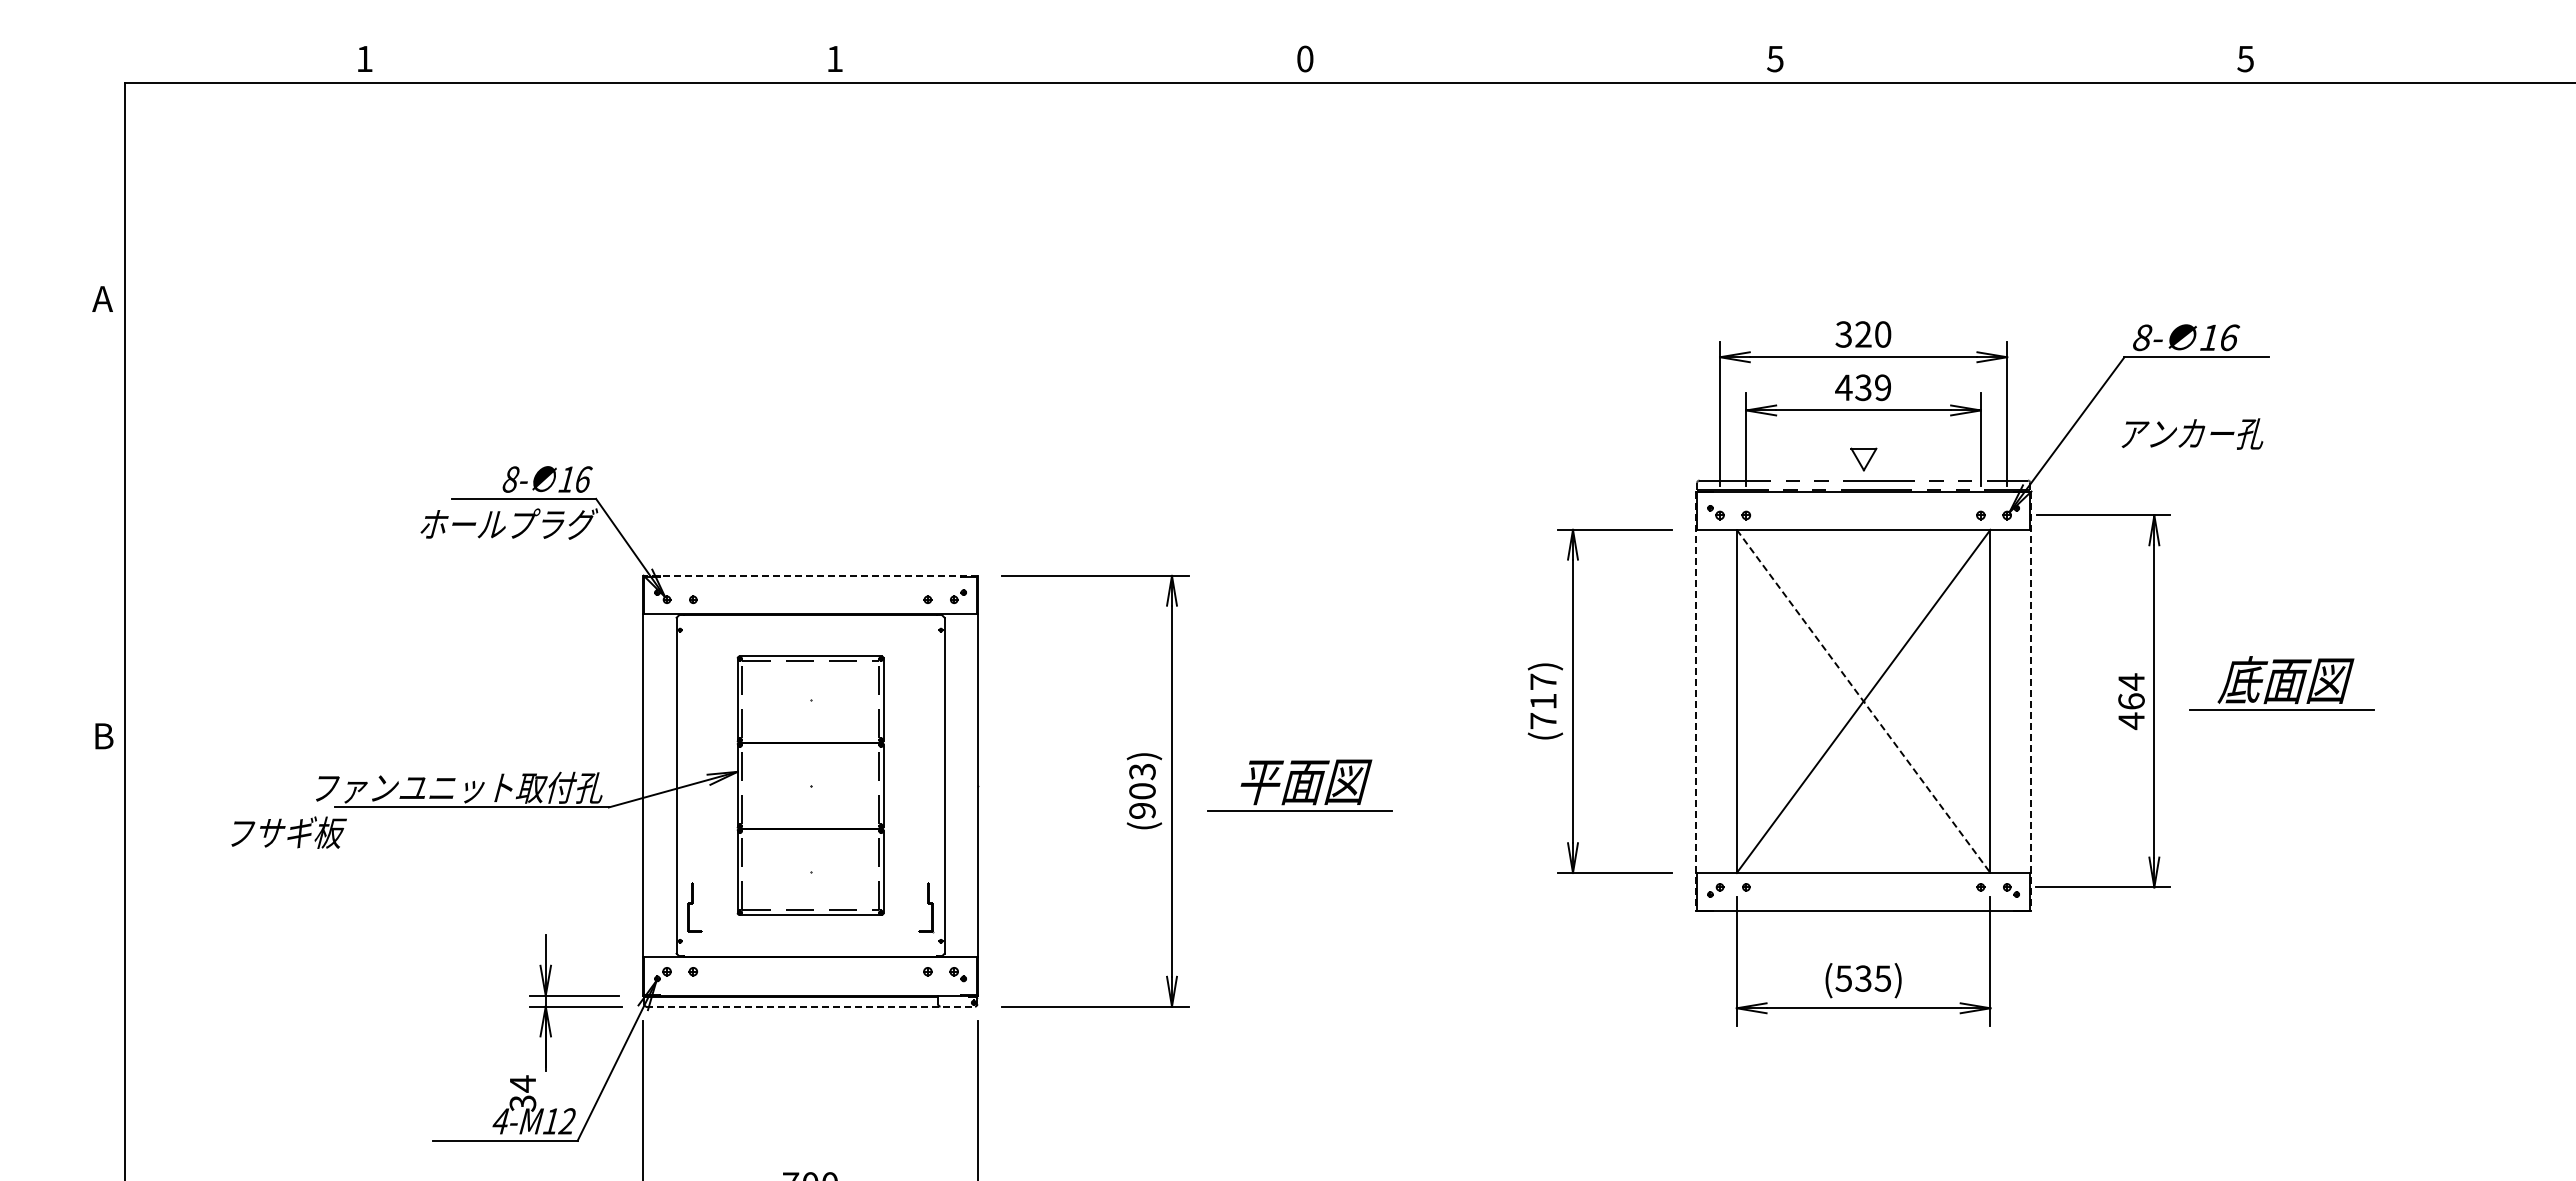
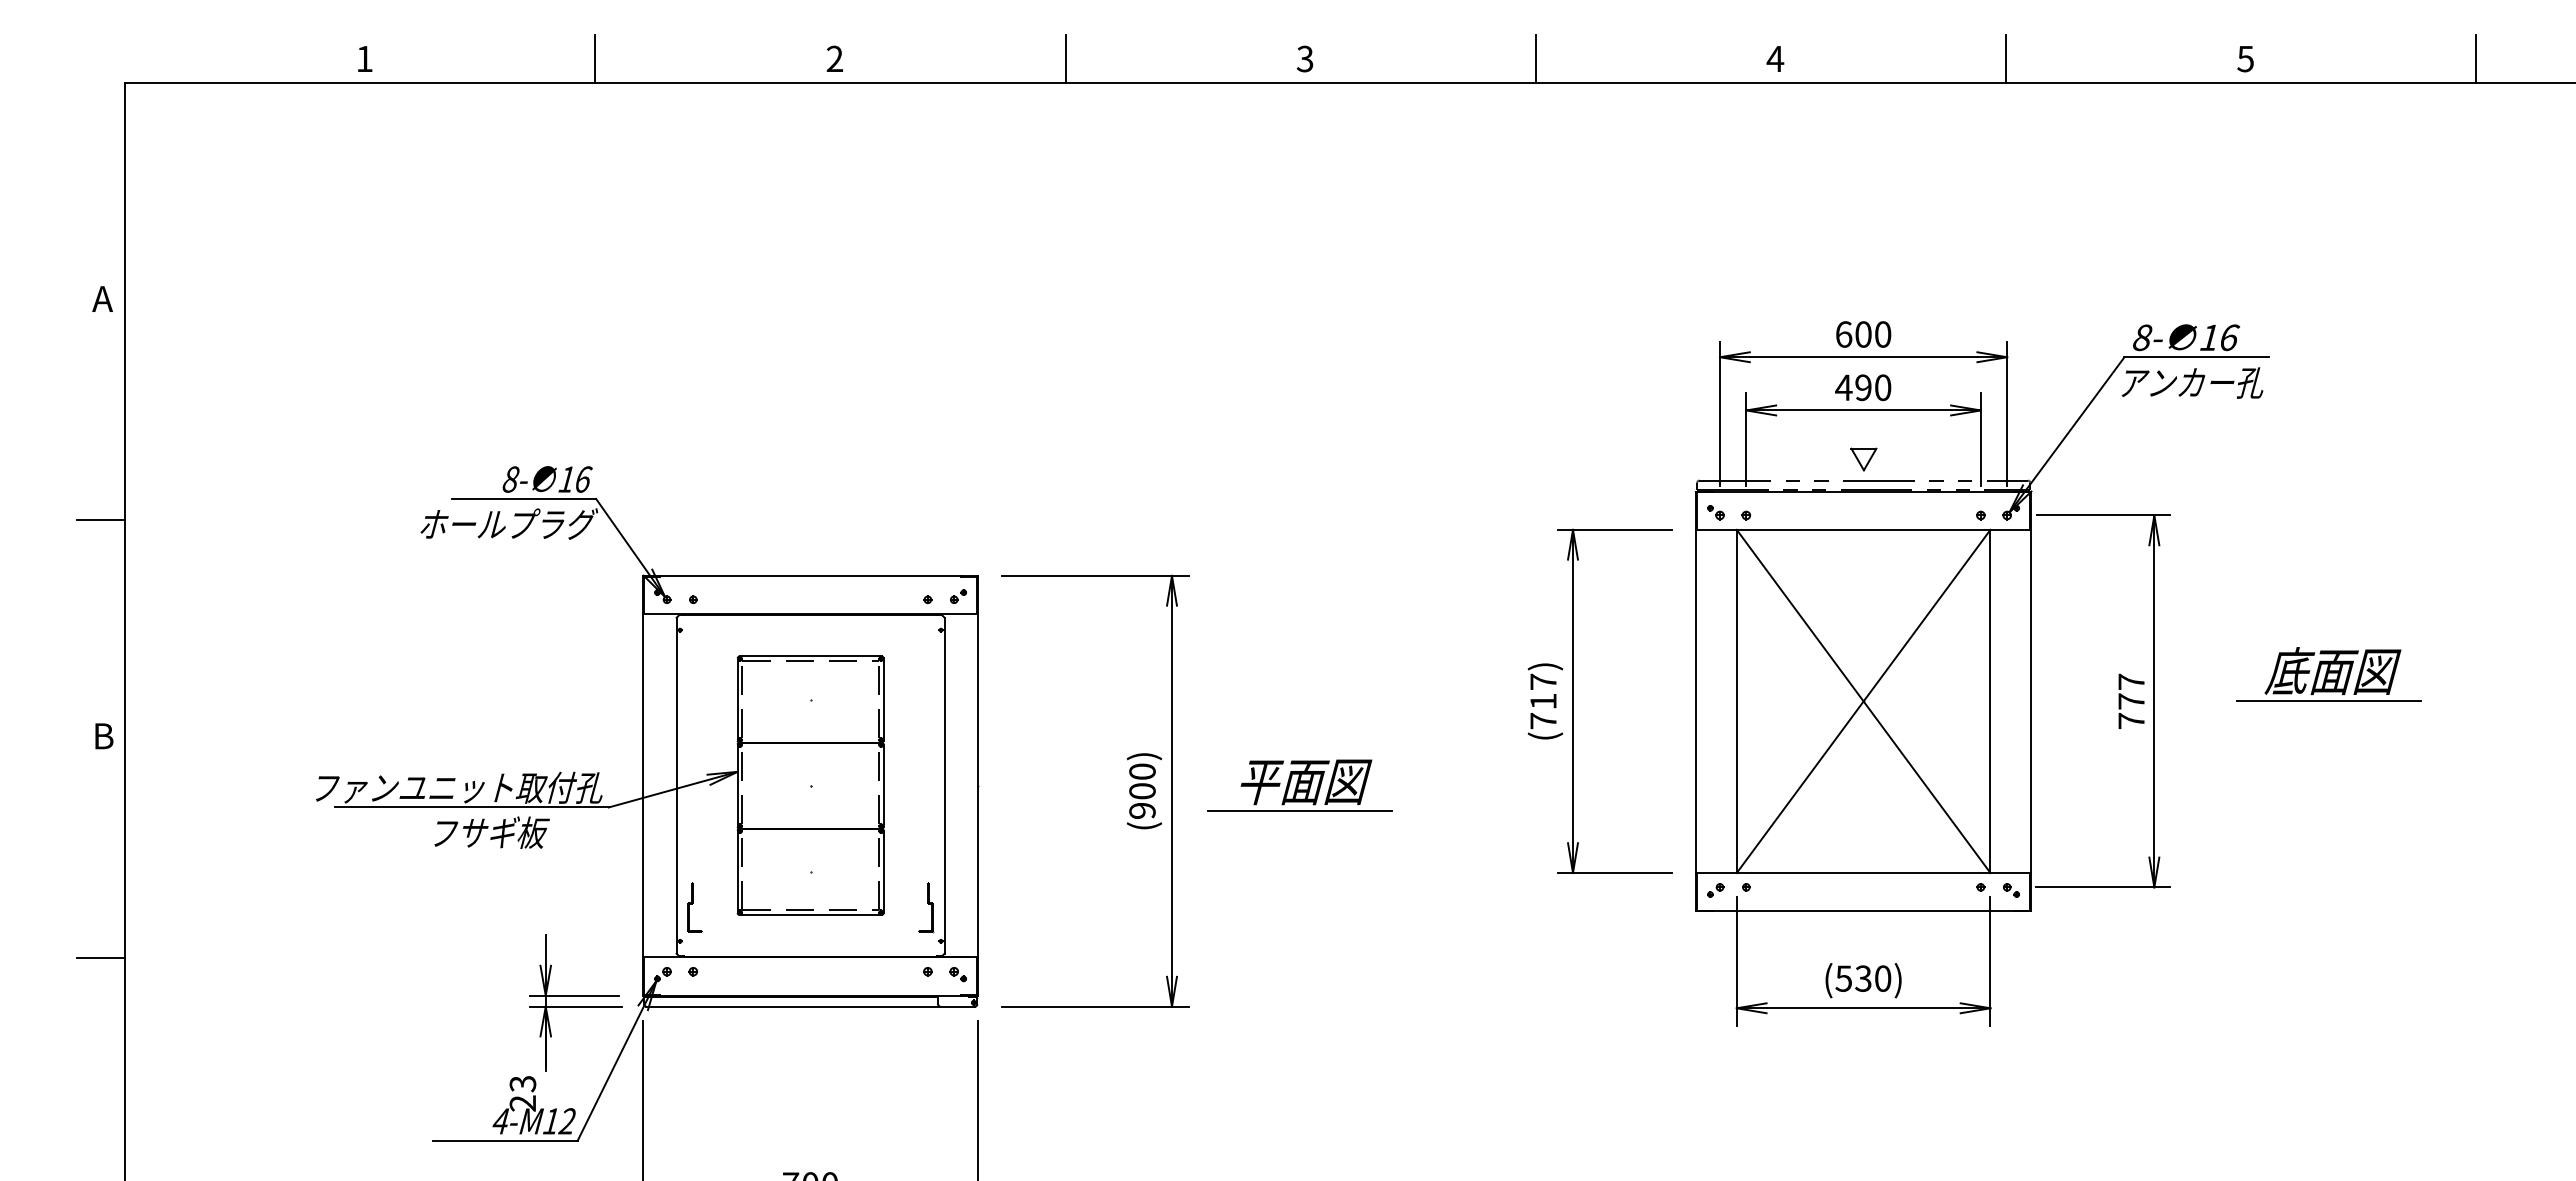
text at (834, 58): 1 -> 2
text at (1304, 58): 0 -> 3
line at (595, 59): none -> present
line at (1065, 59): none -> present
line at (1535, 59): none -> present
text at (1775, 59): 5 -> 4
line at (2006, 59): none -> present
line at (2476, 59): none -> present
text at (1853, 334): 320 -> 600
text at (1873, 387): 439 -> 490
text at (2192, 433) position: (2192, 433) -> (2192, 382)
line at (101, 520): none -> present
line at (810, 575): dashed -> solid
part at (2281, 683) position: (2281, 683) -> (2328, 674)
line at (1696, 701): dashed -> solid
line at (1863, 701): dashed -> solid
line at (2031, 701): dashed -> solid
text at (2131, 701): 464 -> 777
text at (1142, 771): (903) -> (900)
text at (288, 832) position: (288, 832) -> (491, 832)
line at (101, 957): none -> present
text at (1882, 978): (535) -> (530)
line at (811, 1006): dashed -> solid
text at (522, 1093): 34 -> 23
